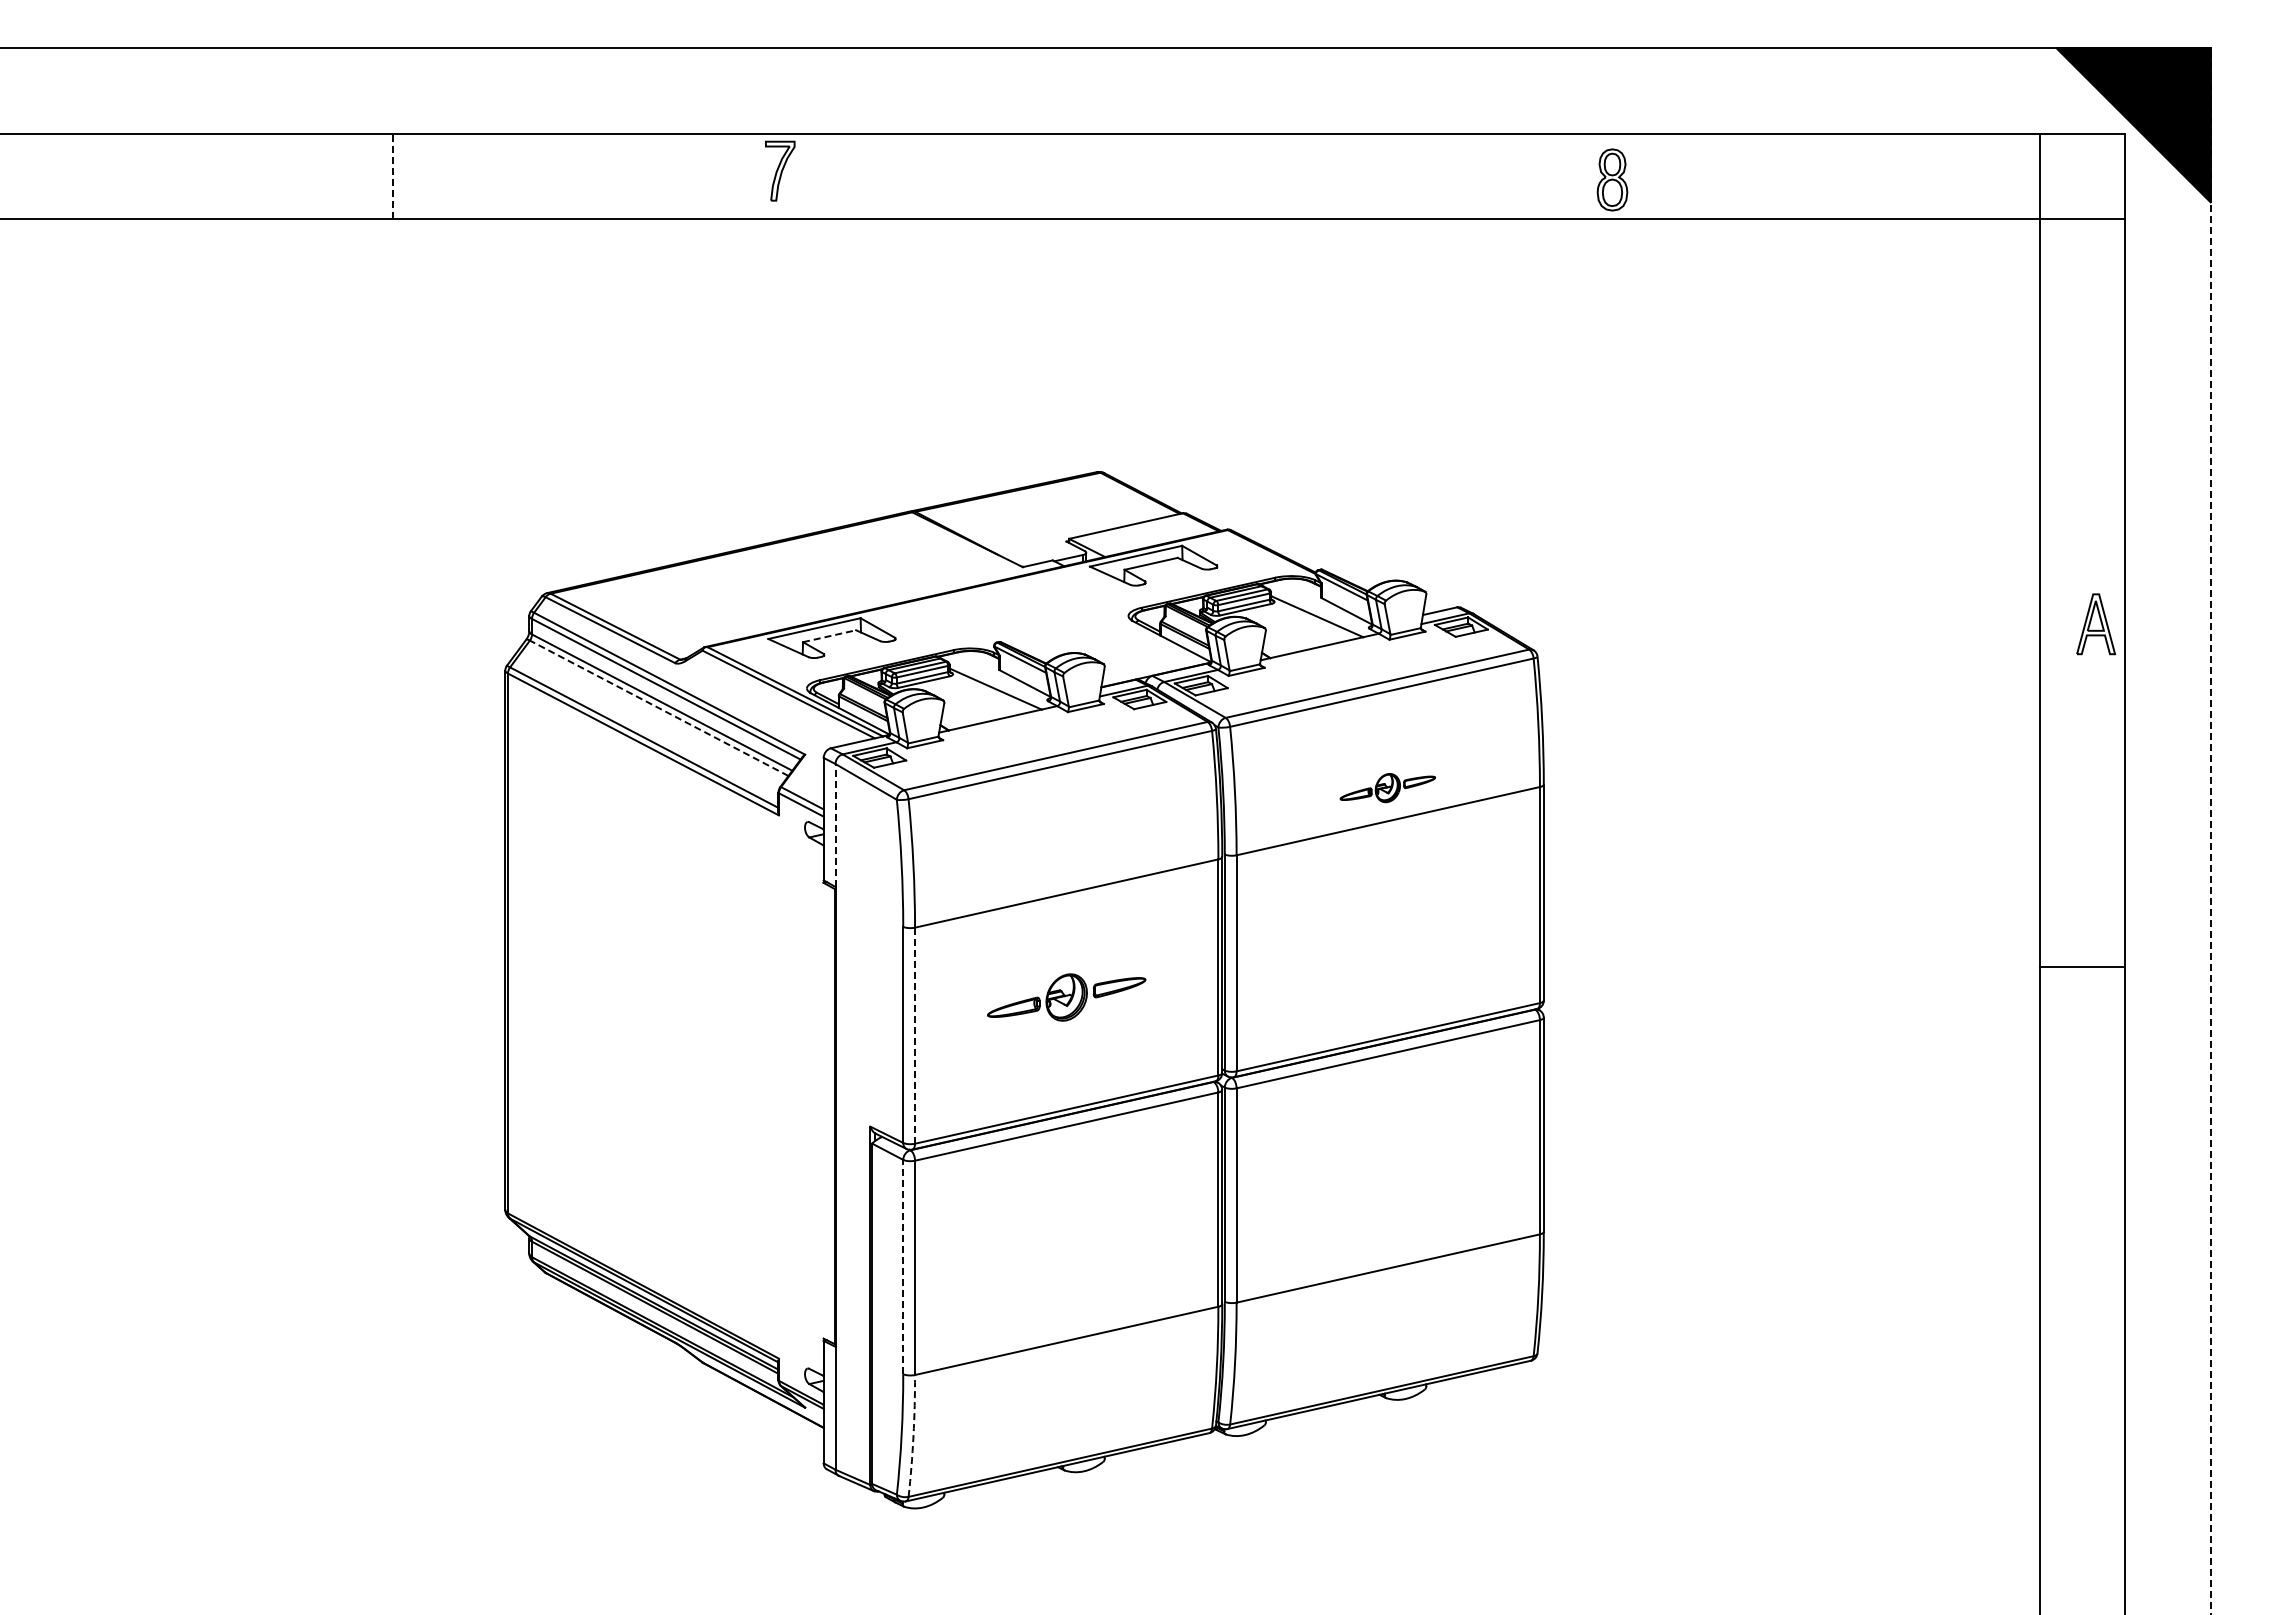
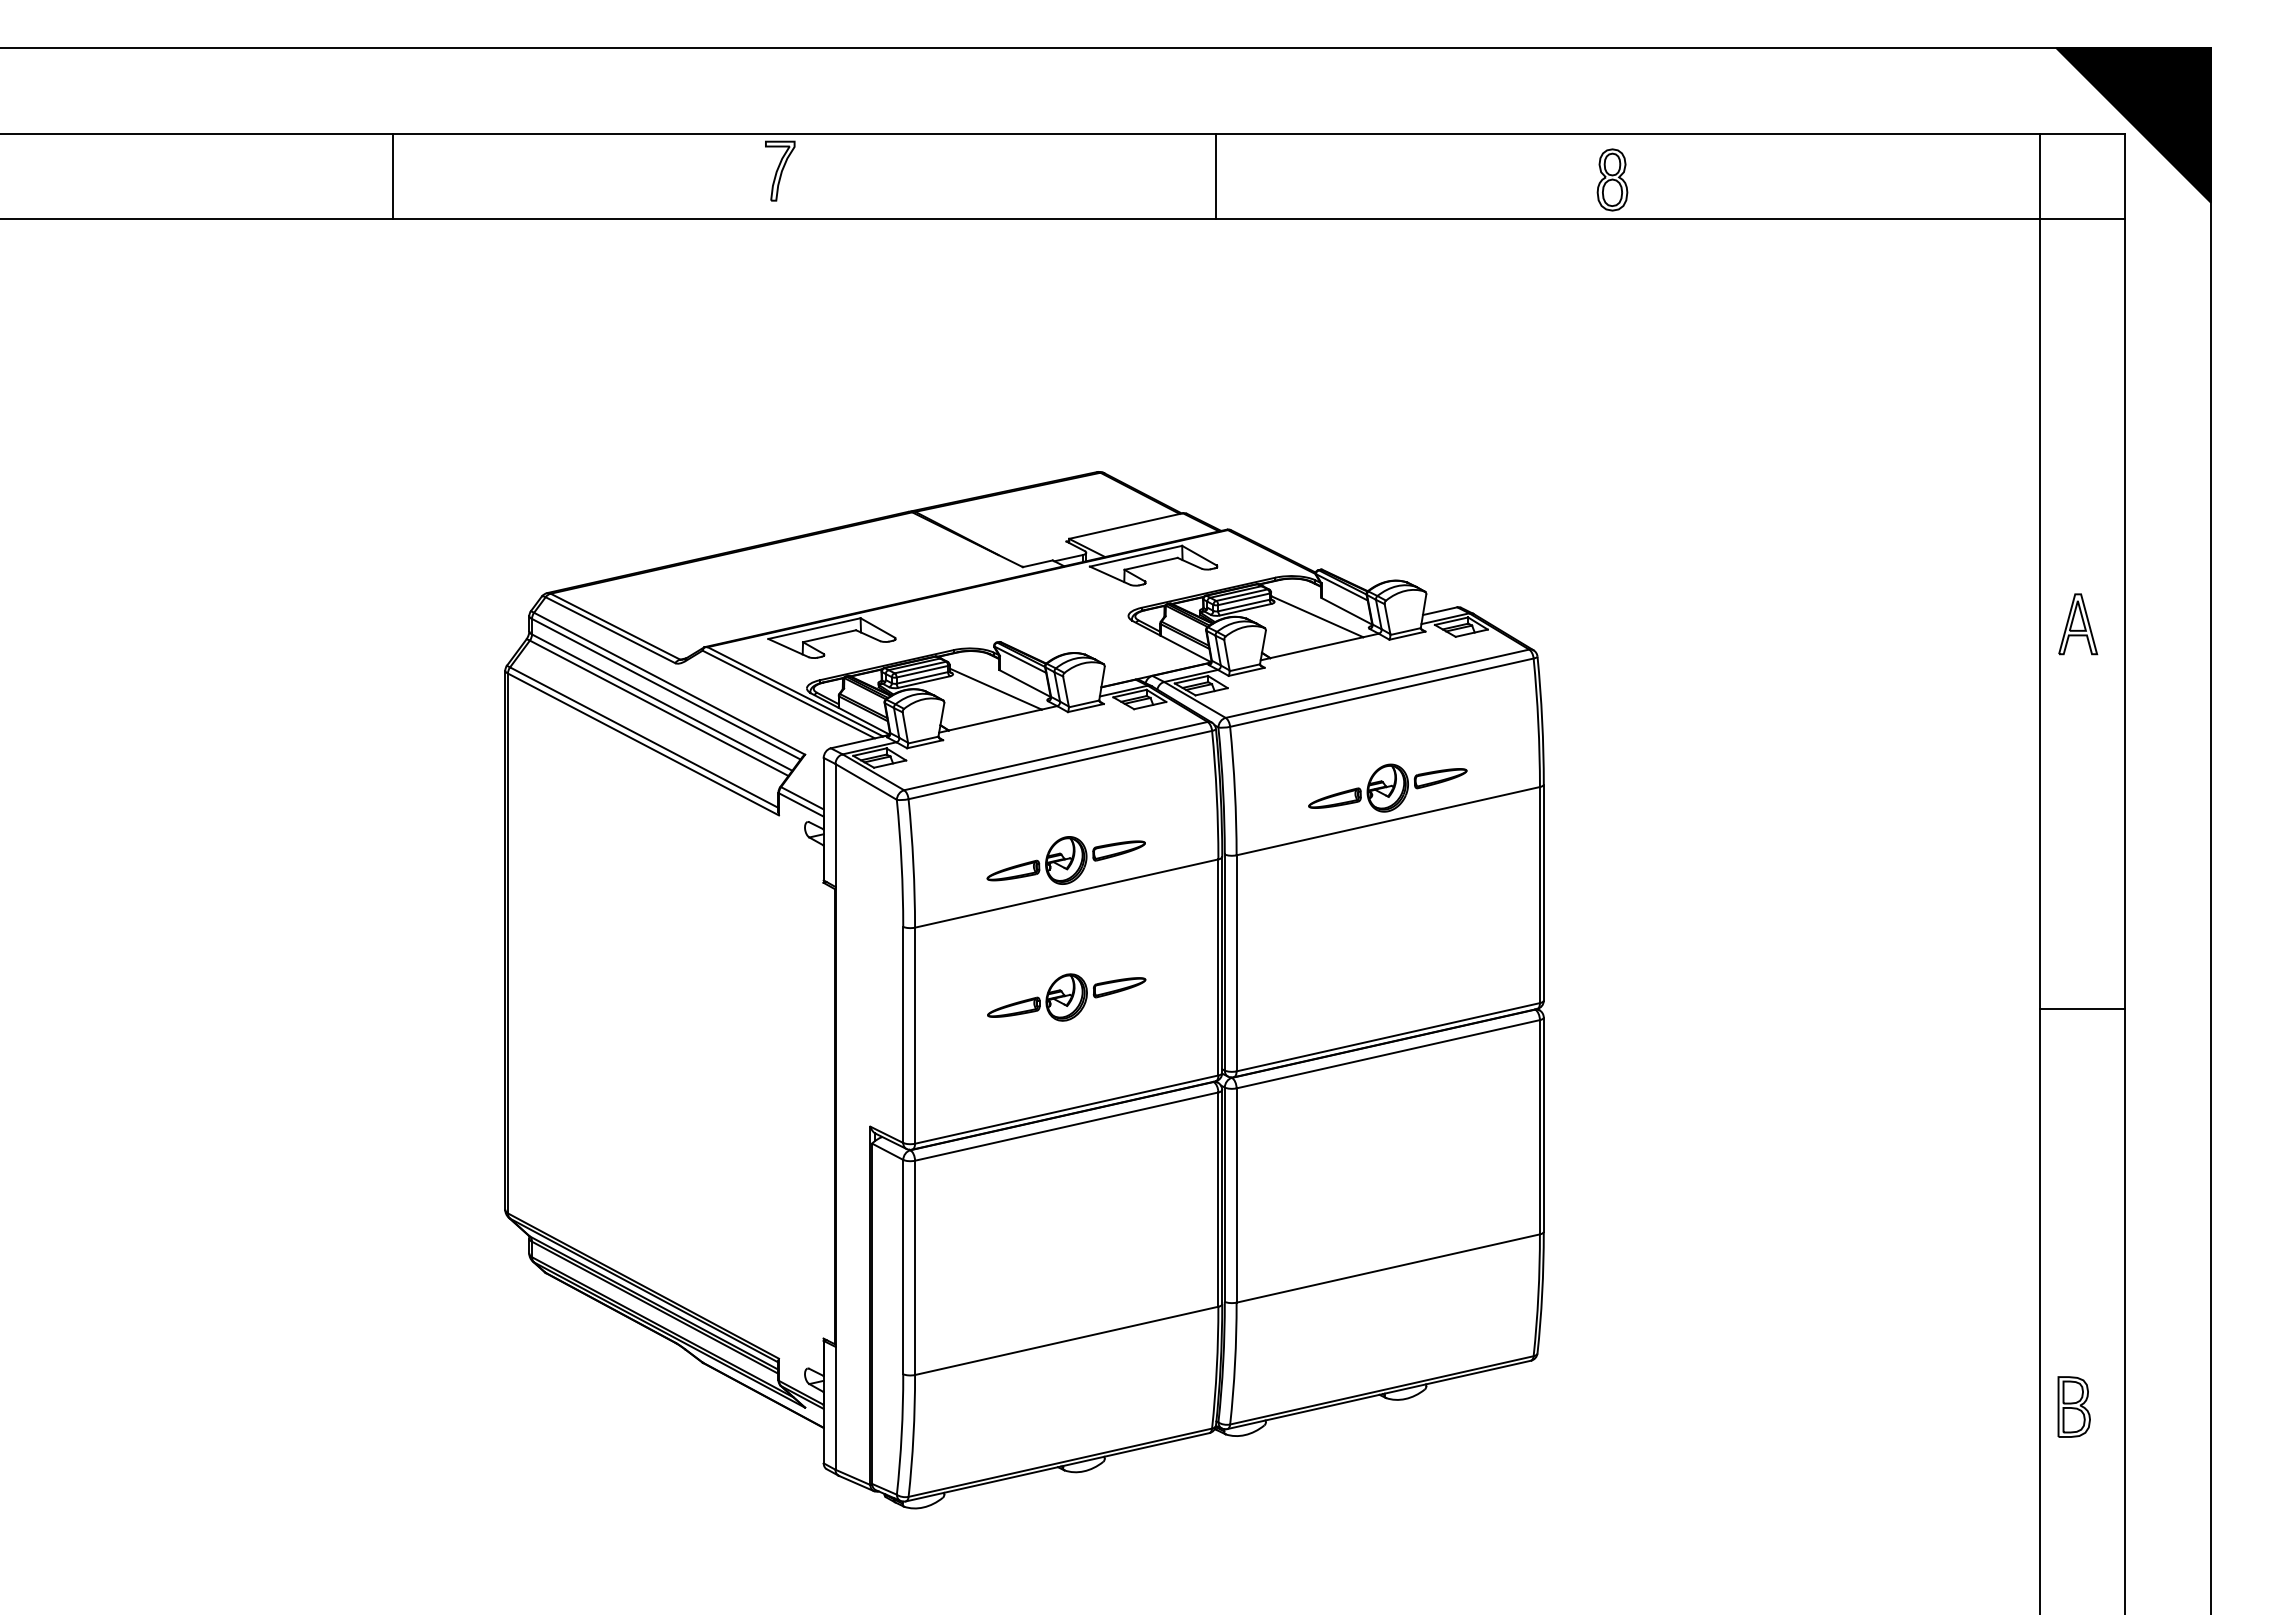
line at (392, 176): dashed -> solid
line at (1216, 176): none -> present
part at (2096, 624) position: (2096, 624) -> (2078, 624)
line at (830, 636): dashed -> solid
line at (659, 708): dashed -> solid
part at (1387, 788) size: 98x31 px -> 160x50 px
line at (835, 825): dashed -> solid
line at (2210, 831): dashed -> solid
part at (1065, 860): none -> present
line at (2082, 967) position: (2082, 967) -> (2082, 1009)
line at (915, 1036): dashed -> solid
line at (903, 1266): dashed -> solid
part at (2073, 1406): none -> present
arc at (913, 1436): dashed -> solid
